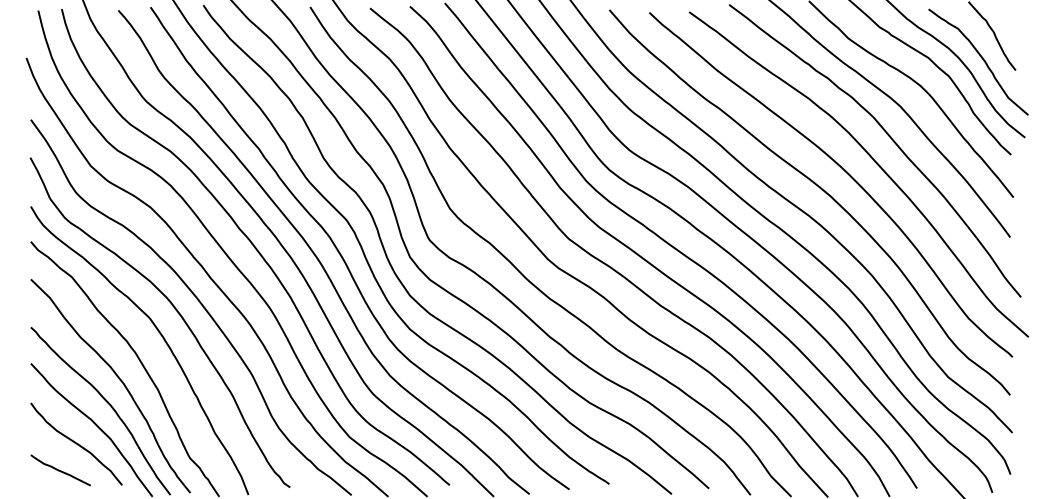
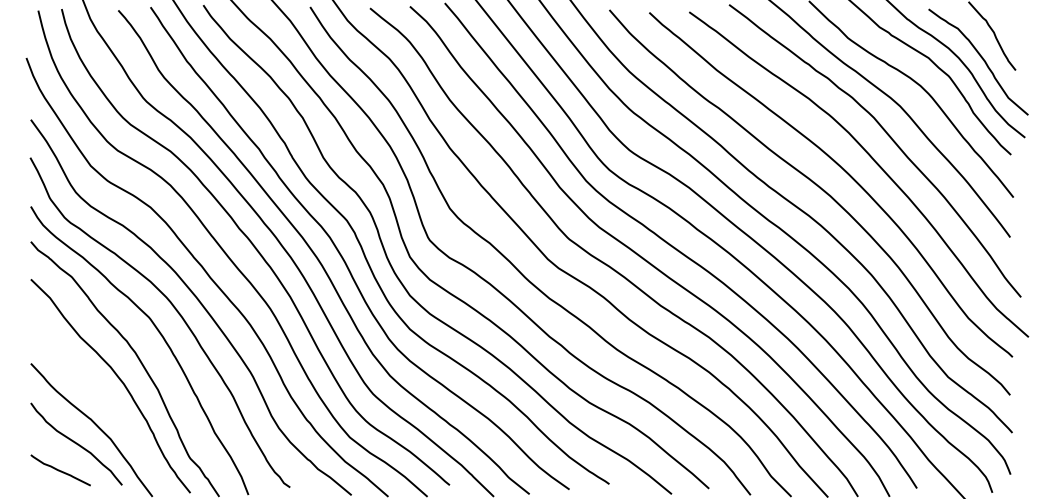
curve at (107, 403): present -> none
